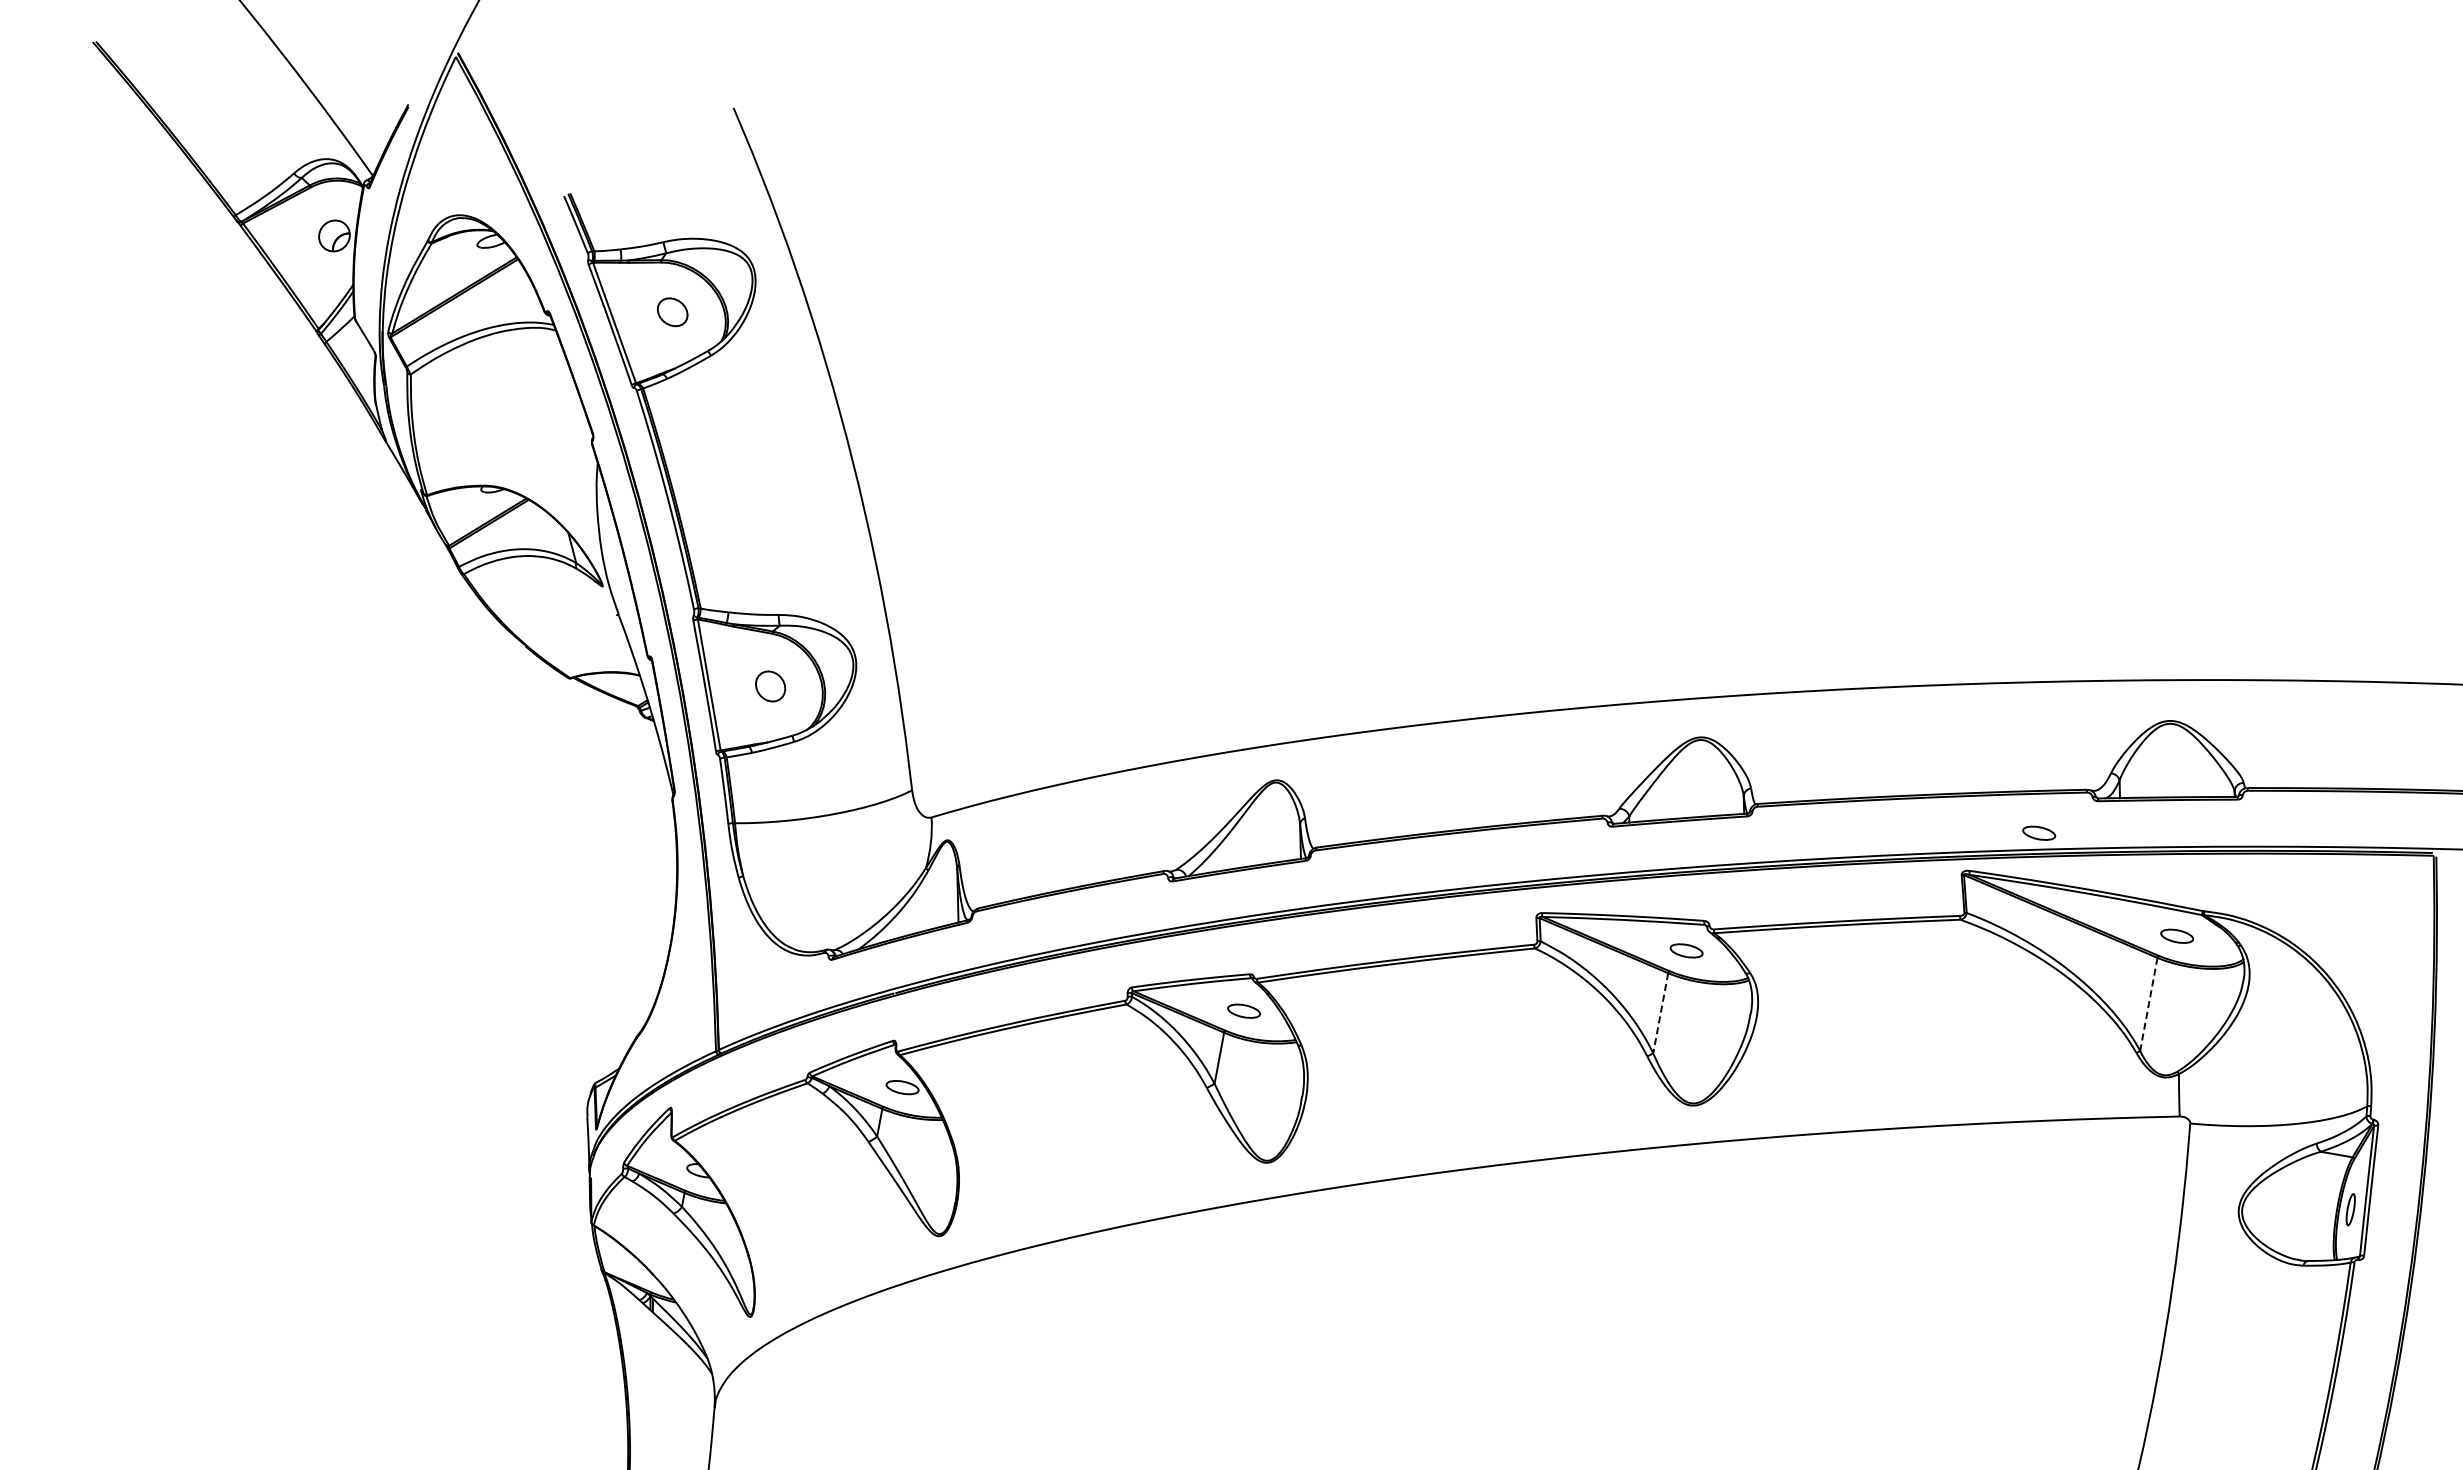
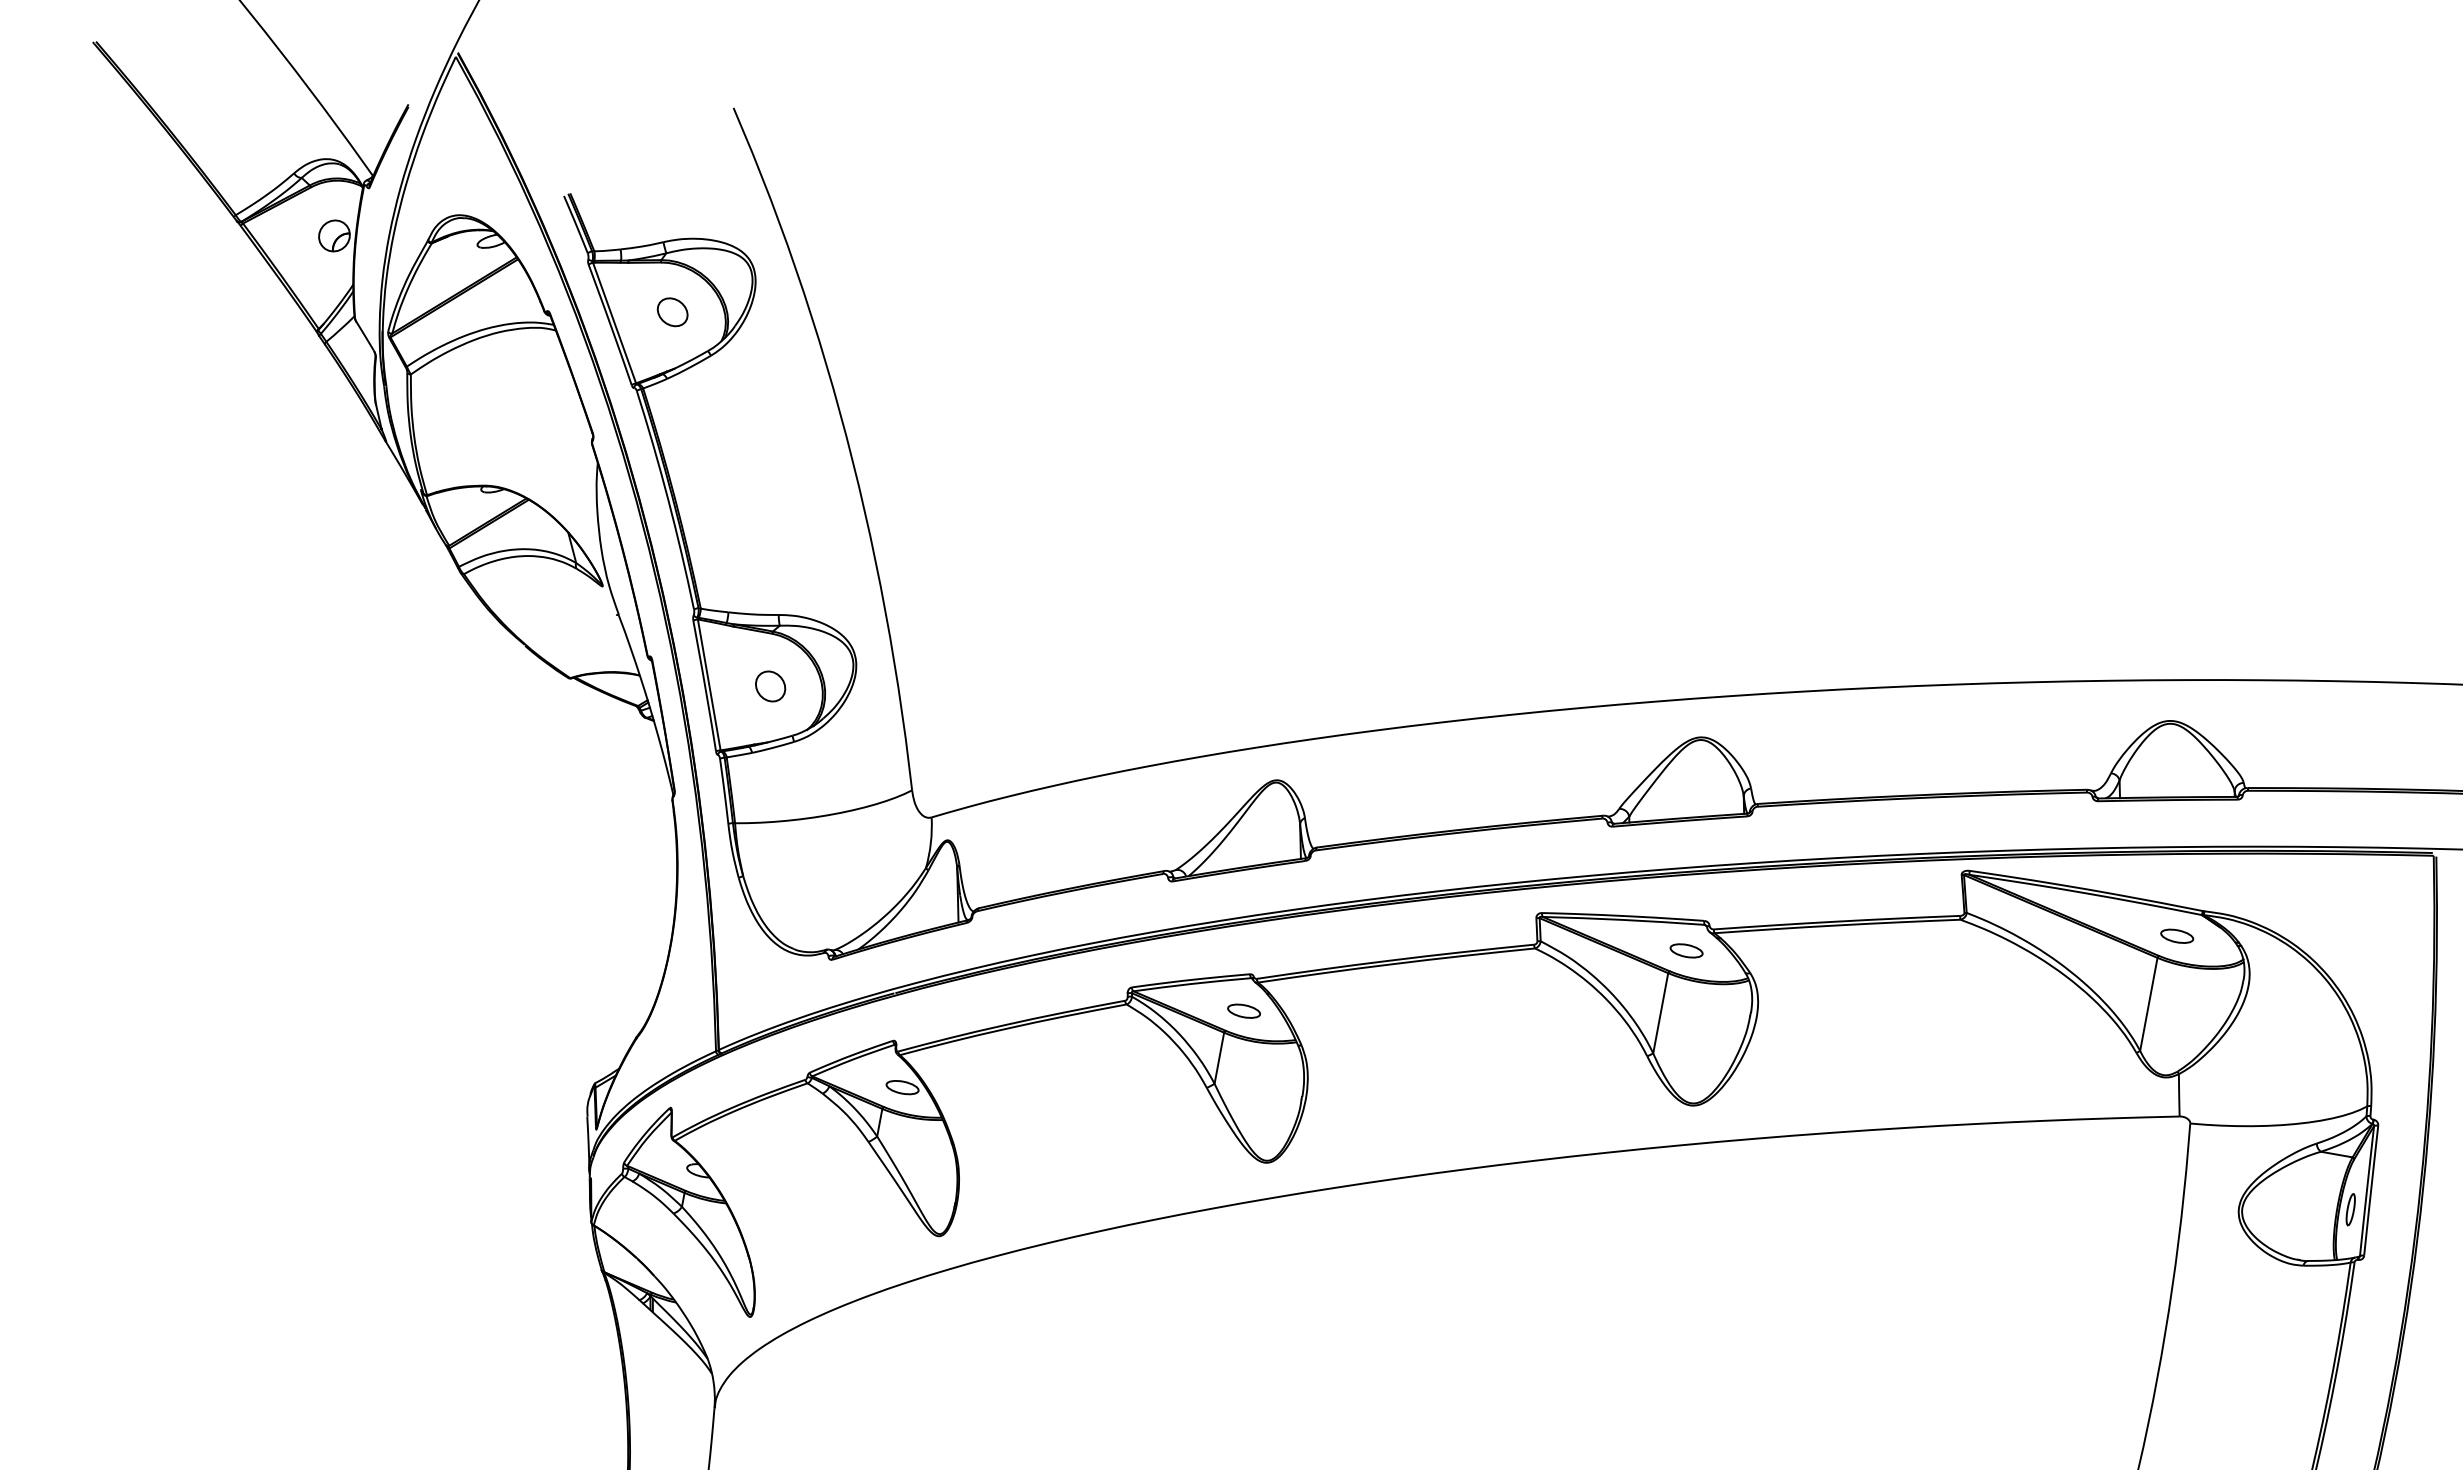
part at (2039, 832): present -> none
line at (2148, 1004): dashed -> solid
line at (1660, 1013): dashed -> solid
